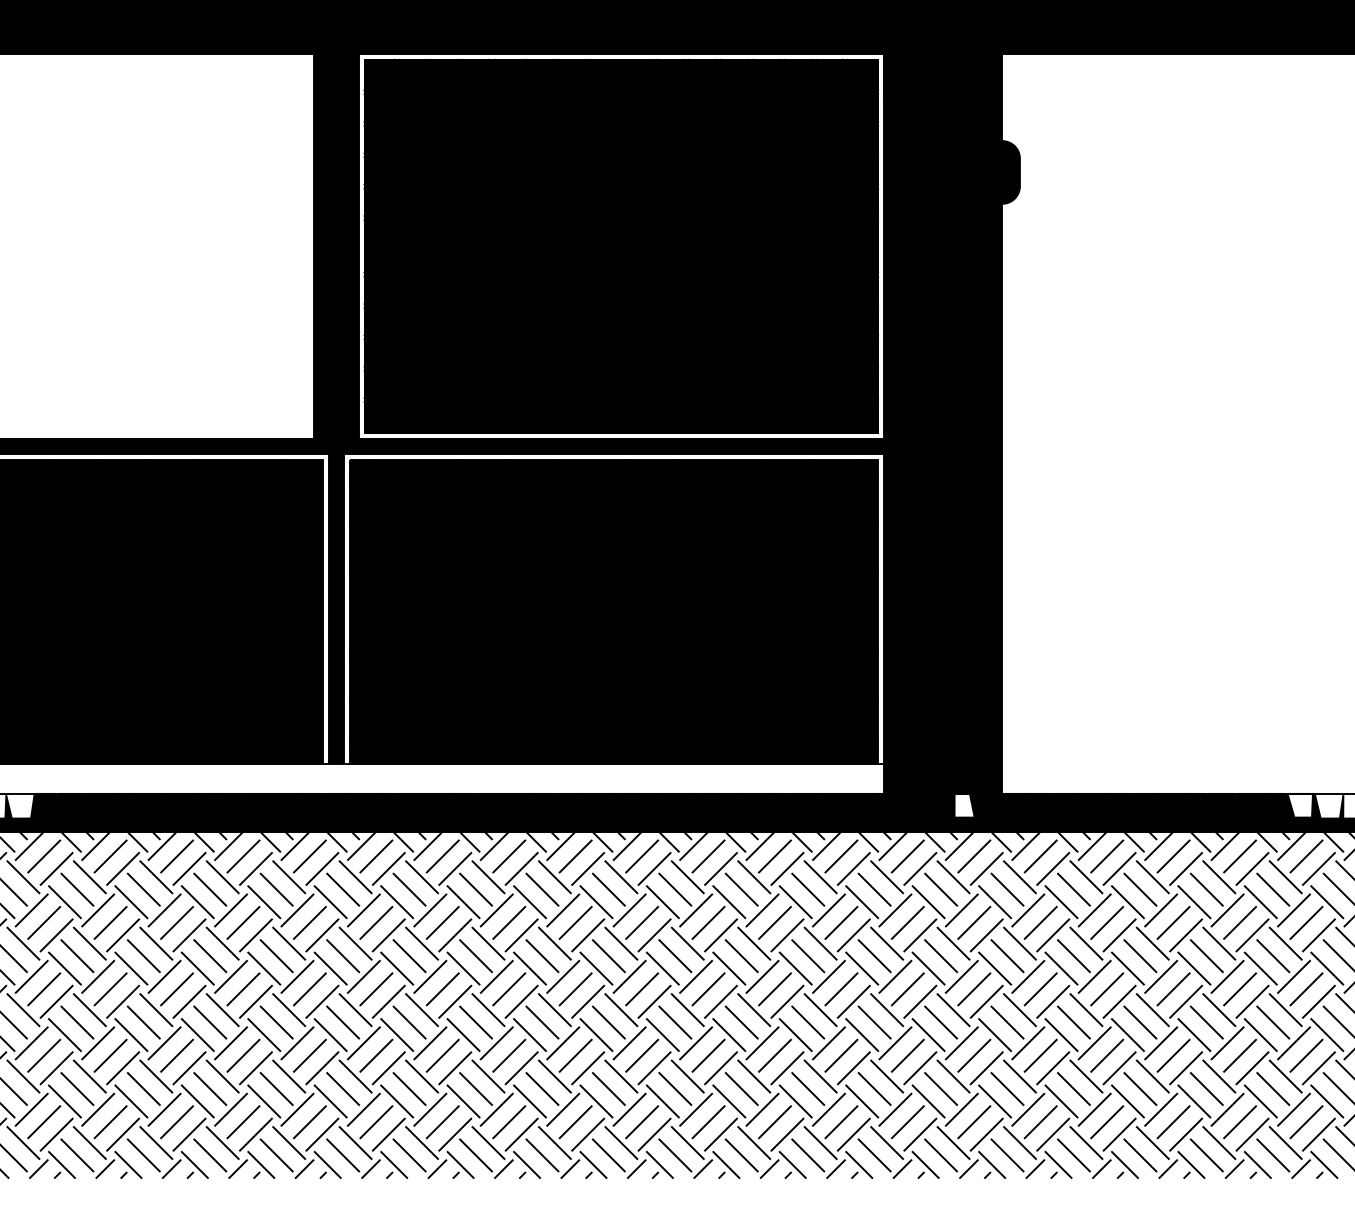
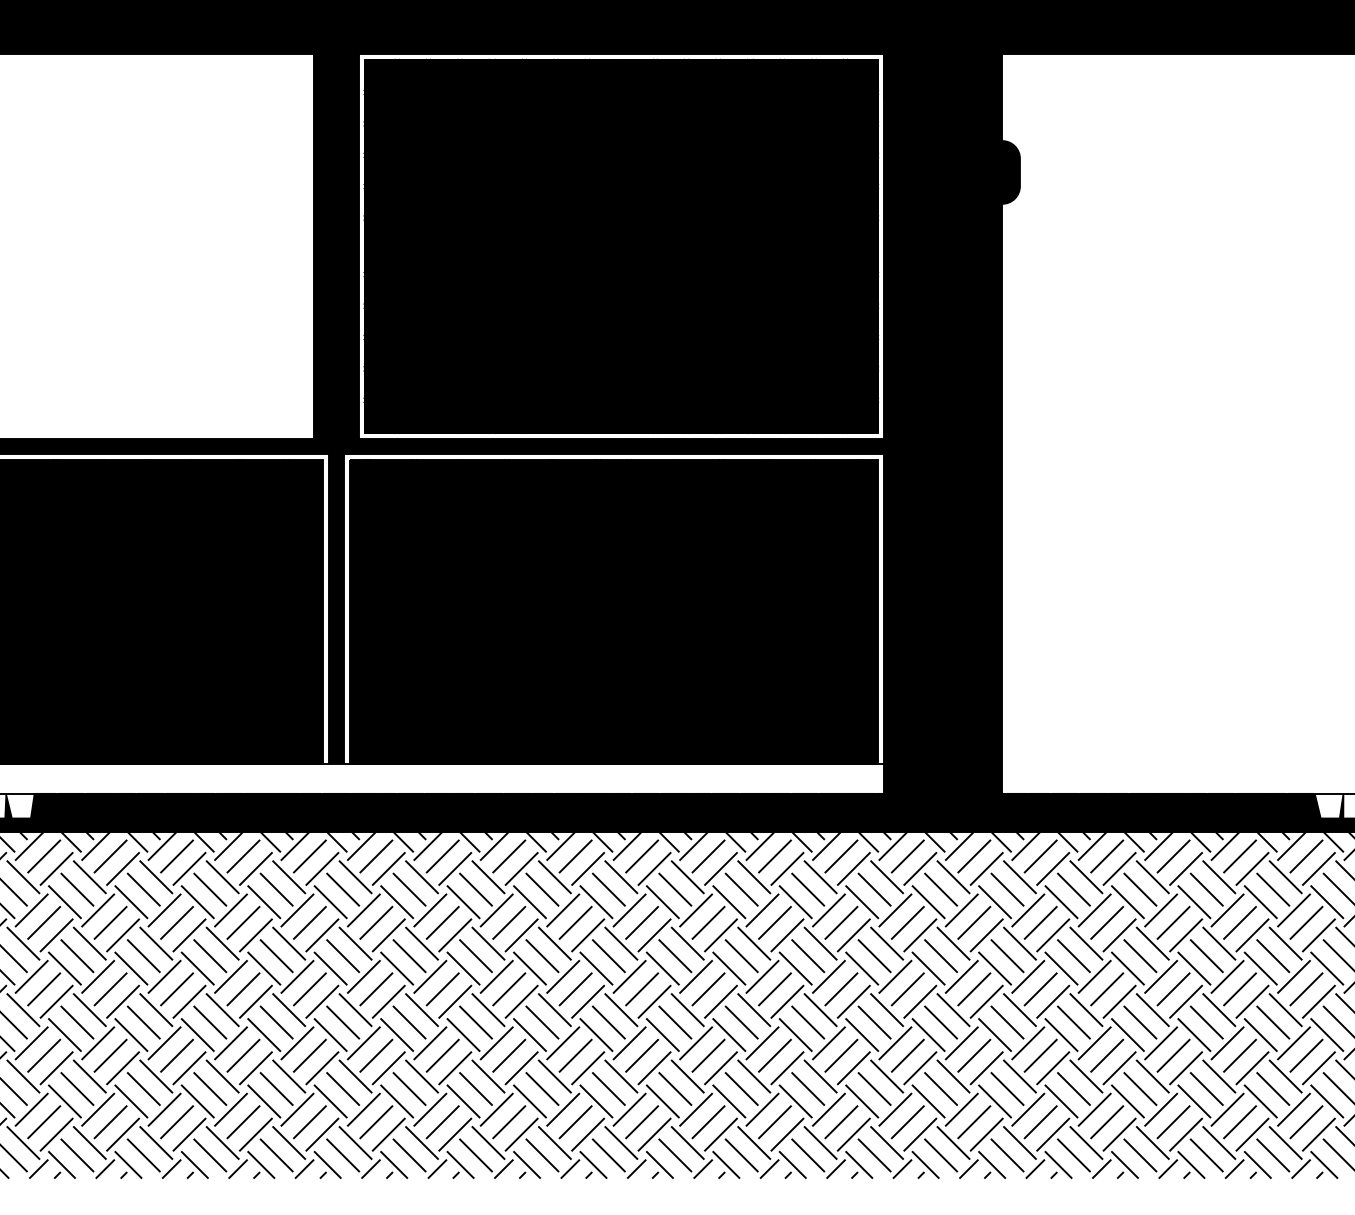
fill at (964, 805): none -> present
fill at (1299, 805): none -> present
